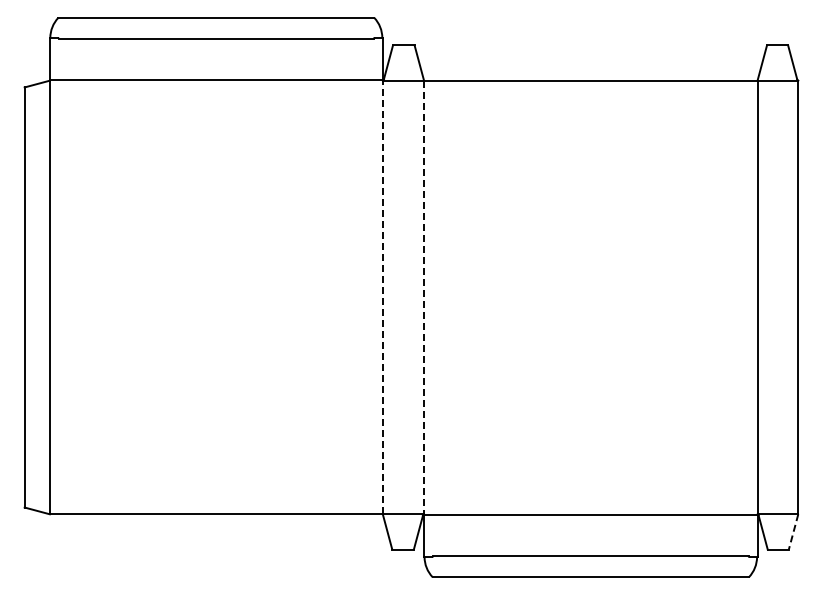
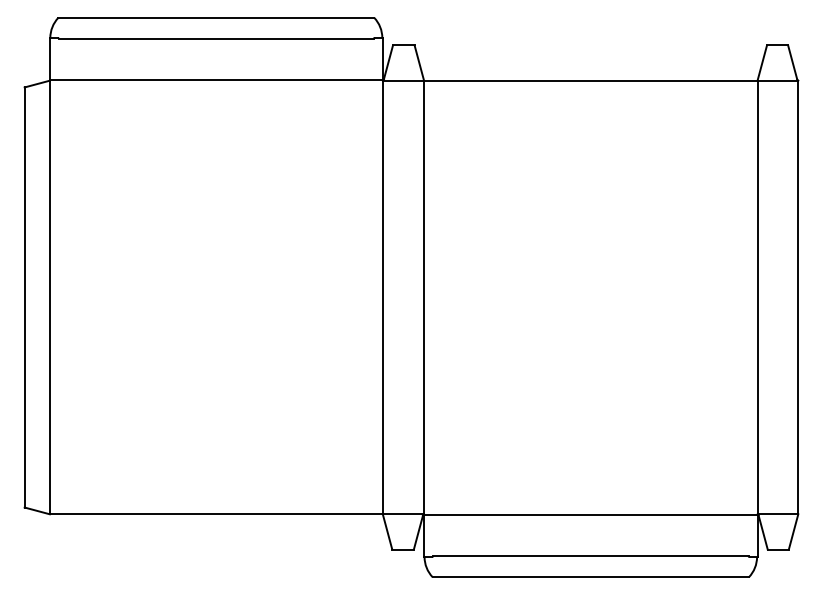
line at (382, 297): dashed -> solid
line at (424, 297): dashed -> solid
line at (793, 532): dashed -> solid
